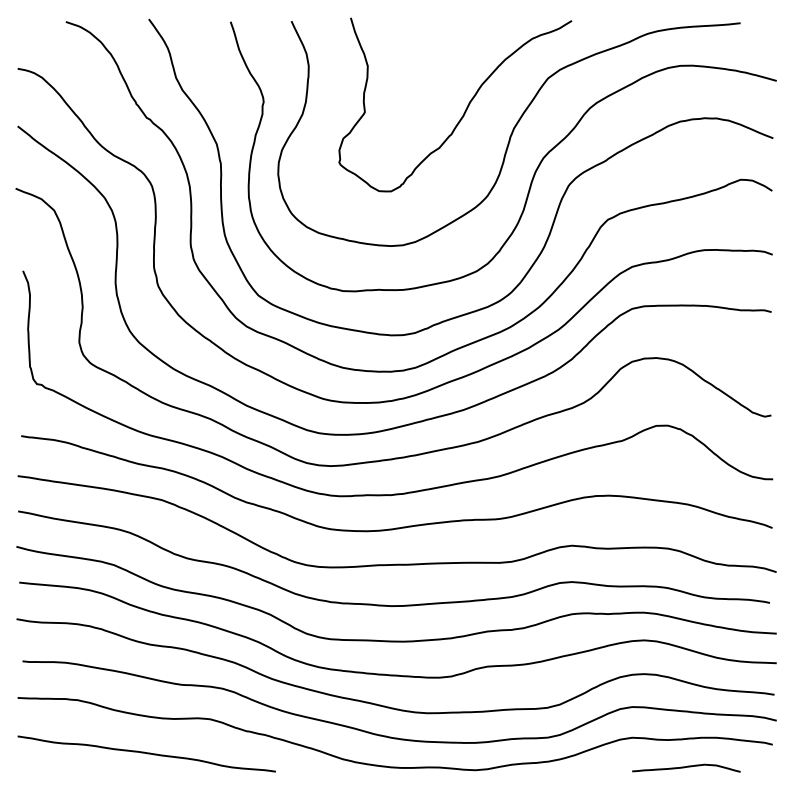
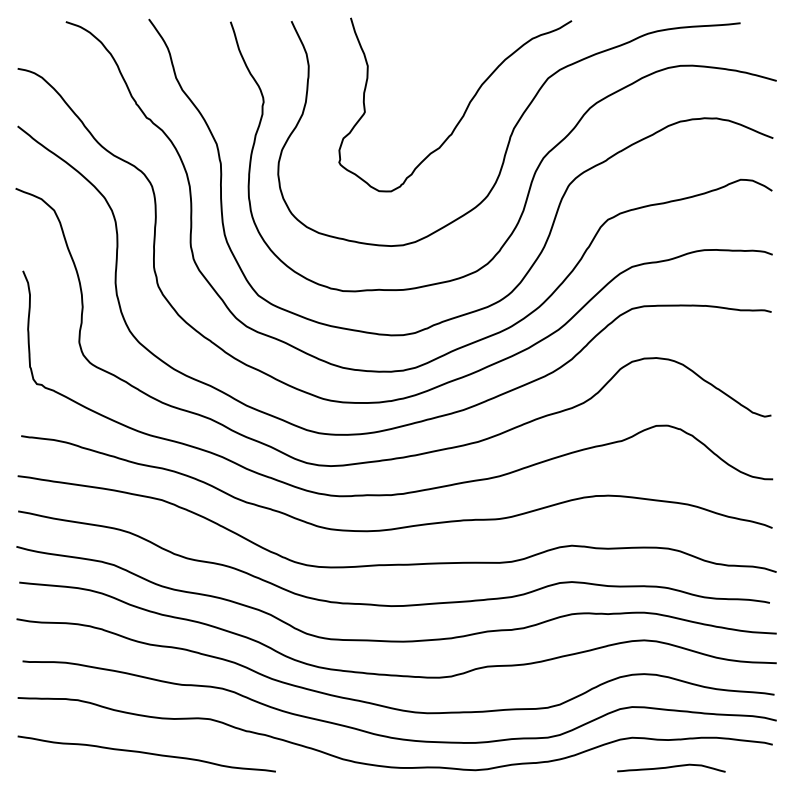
curve at (686, 767) position: (686, 767) -> (671, 767)
